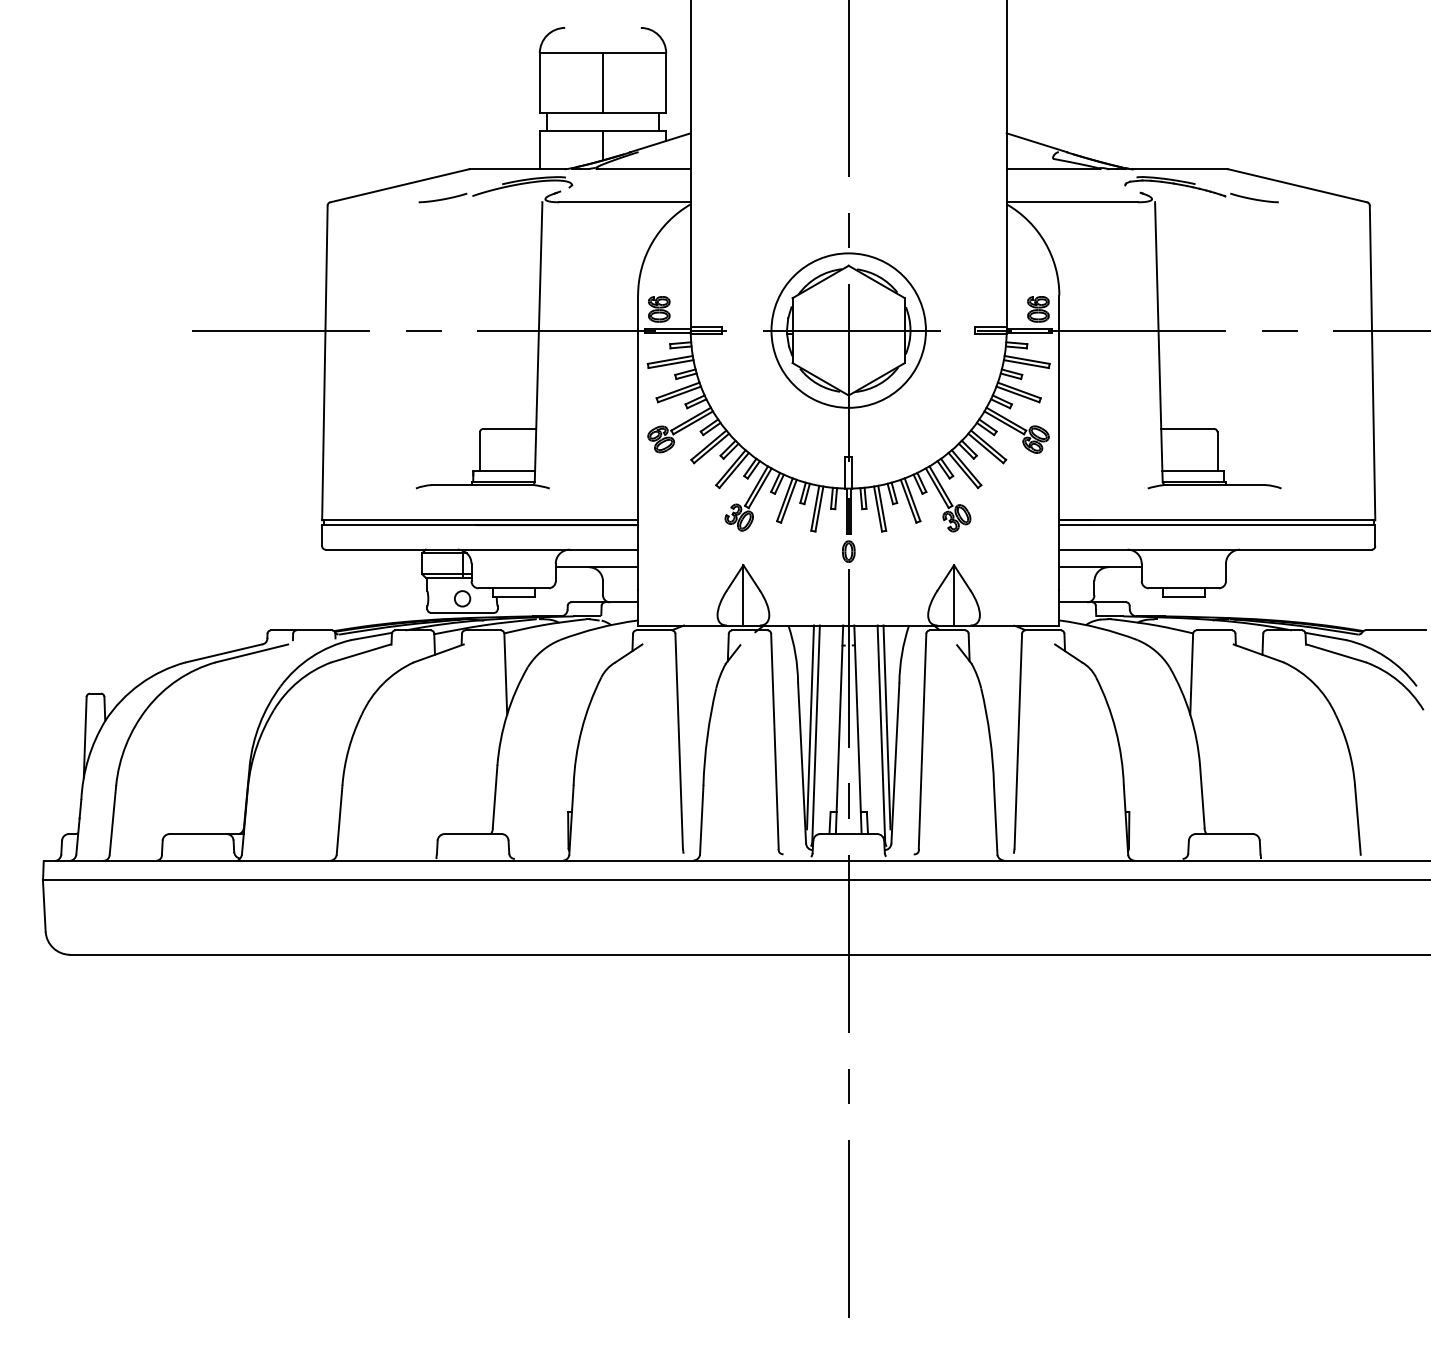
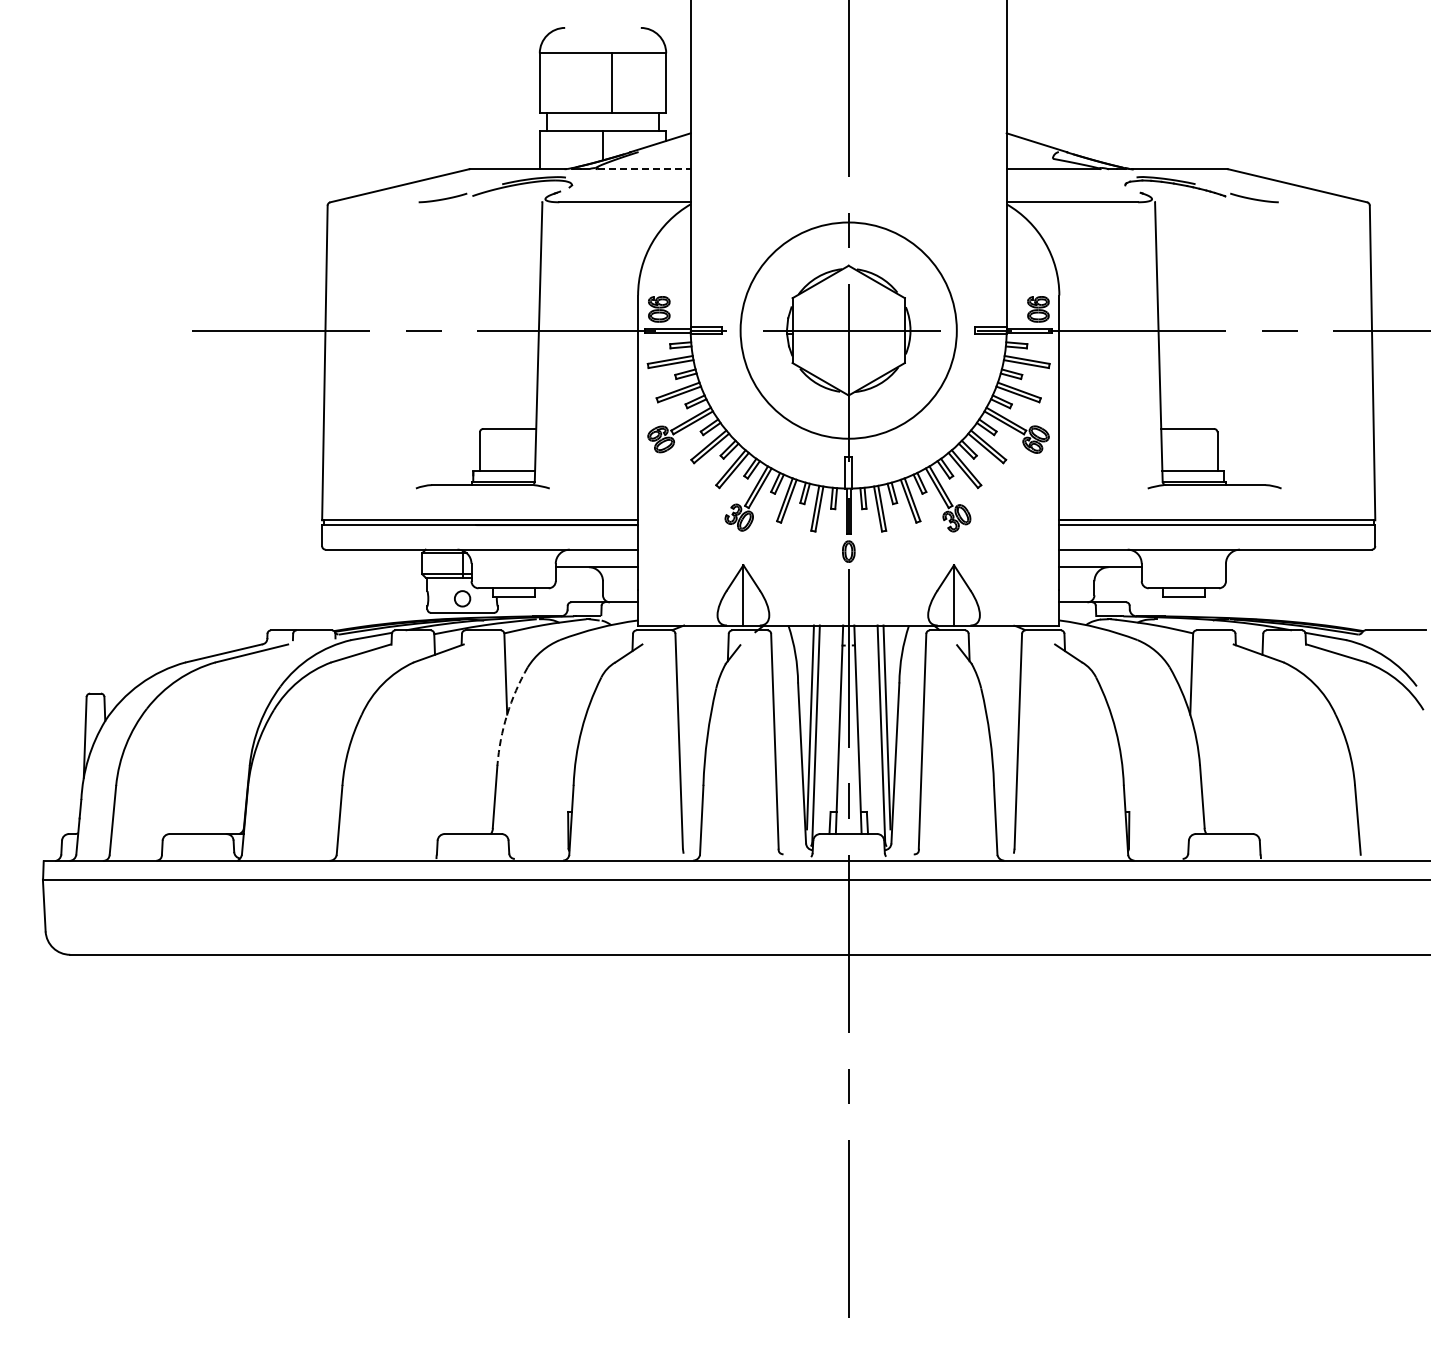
line at (602, 82) position: (602, 82) -> (611, 82)
line at (644, 169): solid -> dashed
circle at (848, 330) diameter: 154 px -> 216 px
arc at (507, 714): solid -> dashed
